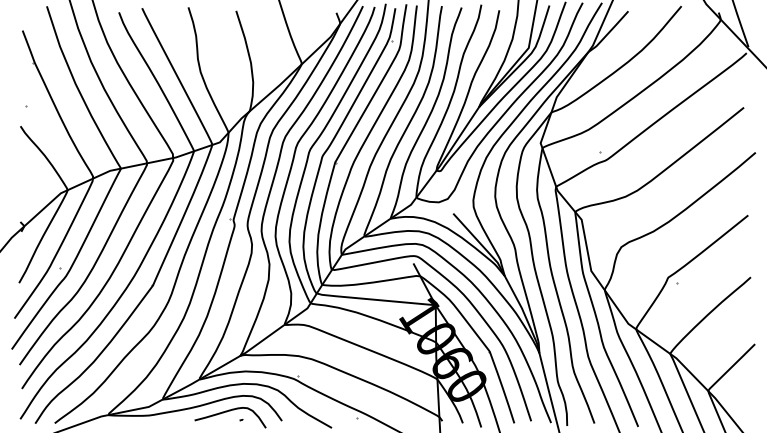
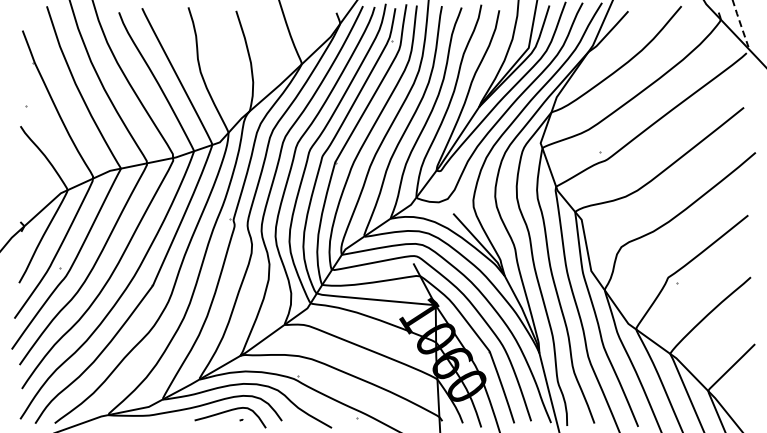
line at (740, 24): solid -> dashed
